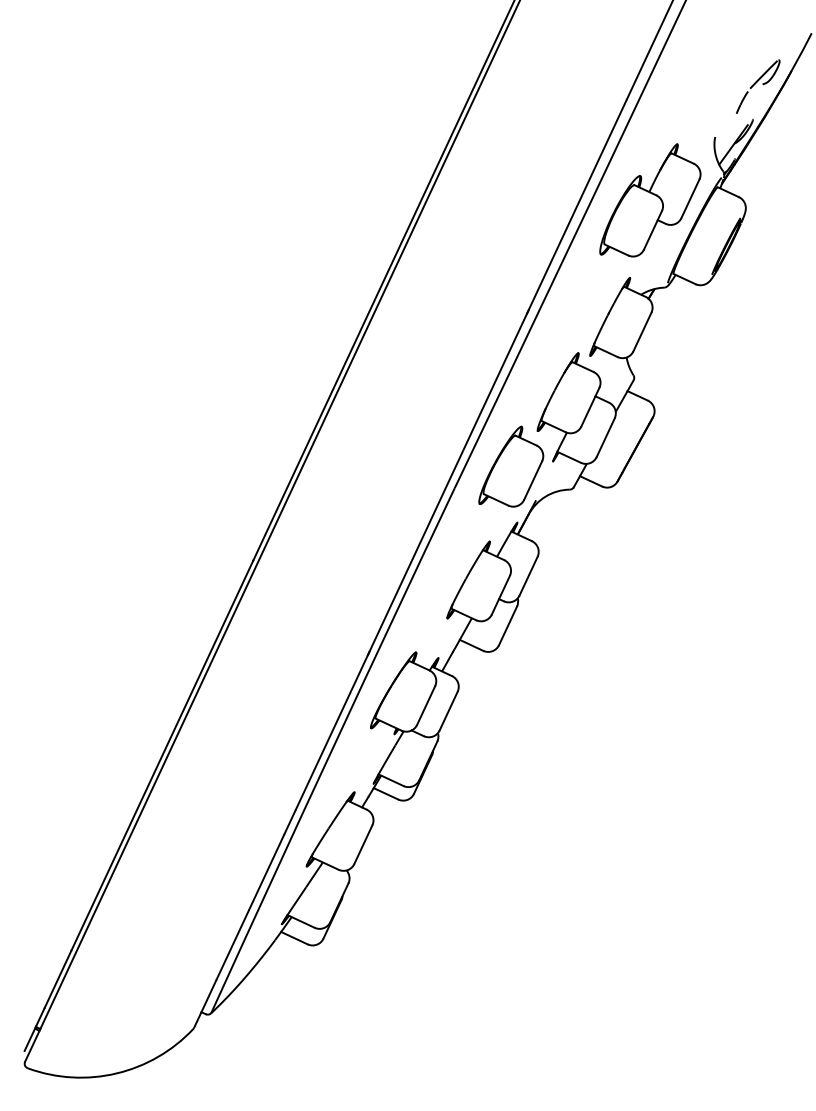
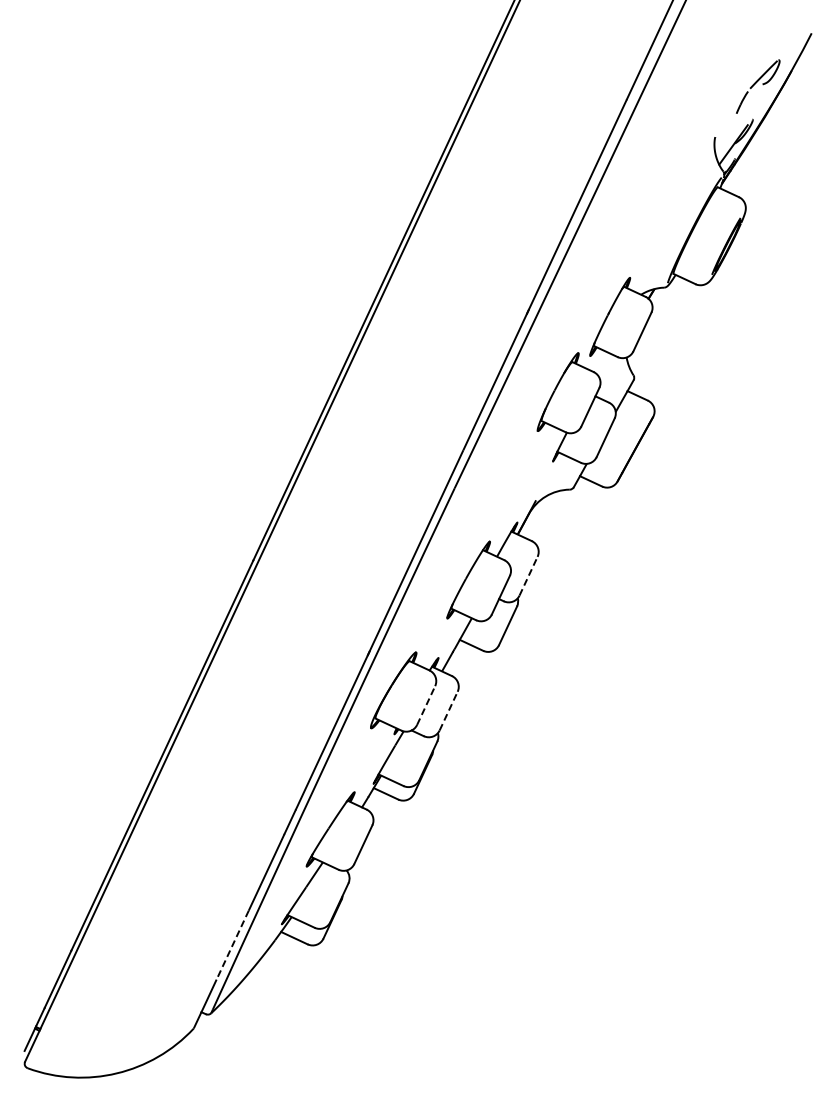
part at (650, 200): present -> none
part at (511, 466): present -> none
line at (528, 575): solid -> dashed
line at (426, 705): solid -> dashed
line at (448, 710): solid -> dashed
line at (232, 945): solid -> dashed
